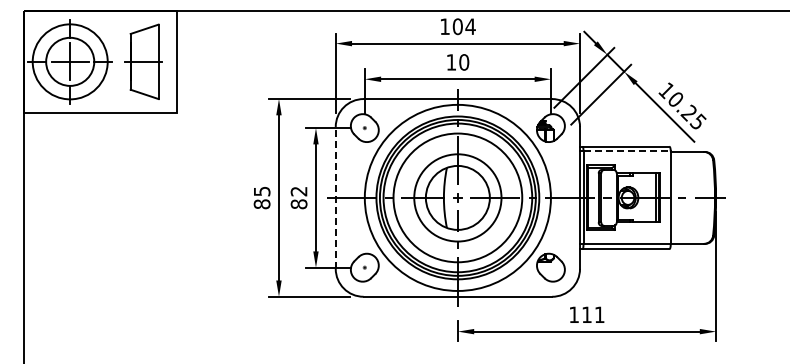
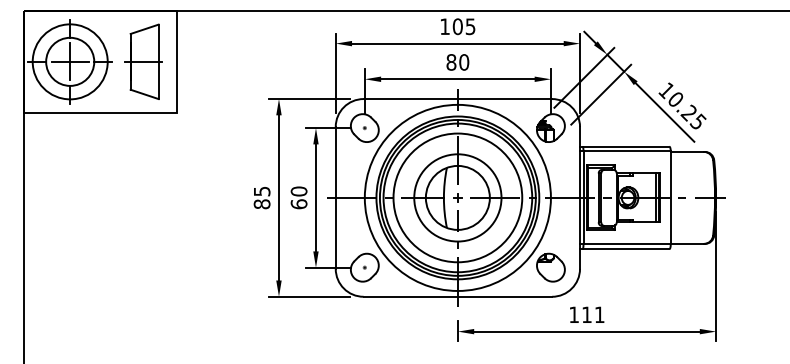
text at (470, 26): 104 -> 105
text at (451, 62): 10 -> 80
line at (627, 151): dashed -> solid
text at (298, 197): 82 -> 60
line at (335, 197): dashed -> solid
